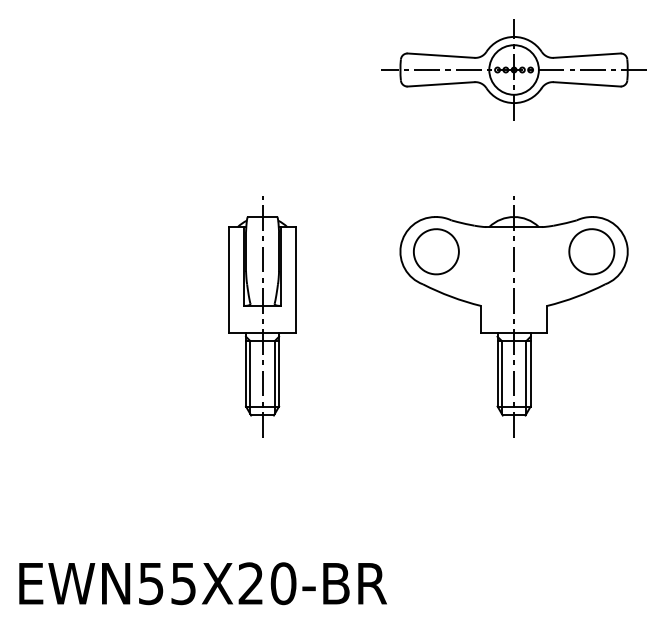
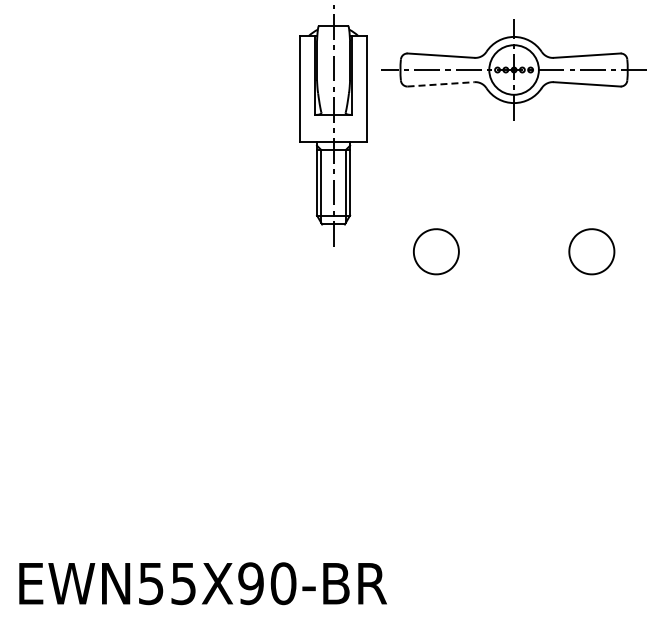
line at (441, 84): solid -> dashed
part at (262, 316) position: (262, 316) -> (333, 125)
part at (513, 316): present -> none
text at (250, 583): EWN55X20-BR -> EWN55X90-BR
